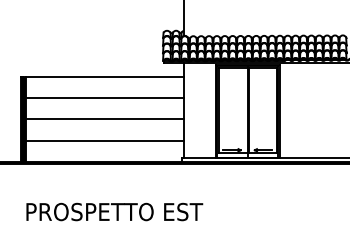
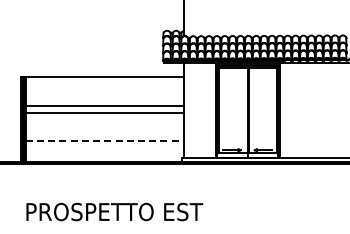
line at (104, 98) position: (104, 98) -> (104, 106)
line at (104, 119) position: (104, 119) -> (104, 113)
line at (105, 140): solid -> dashed
